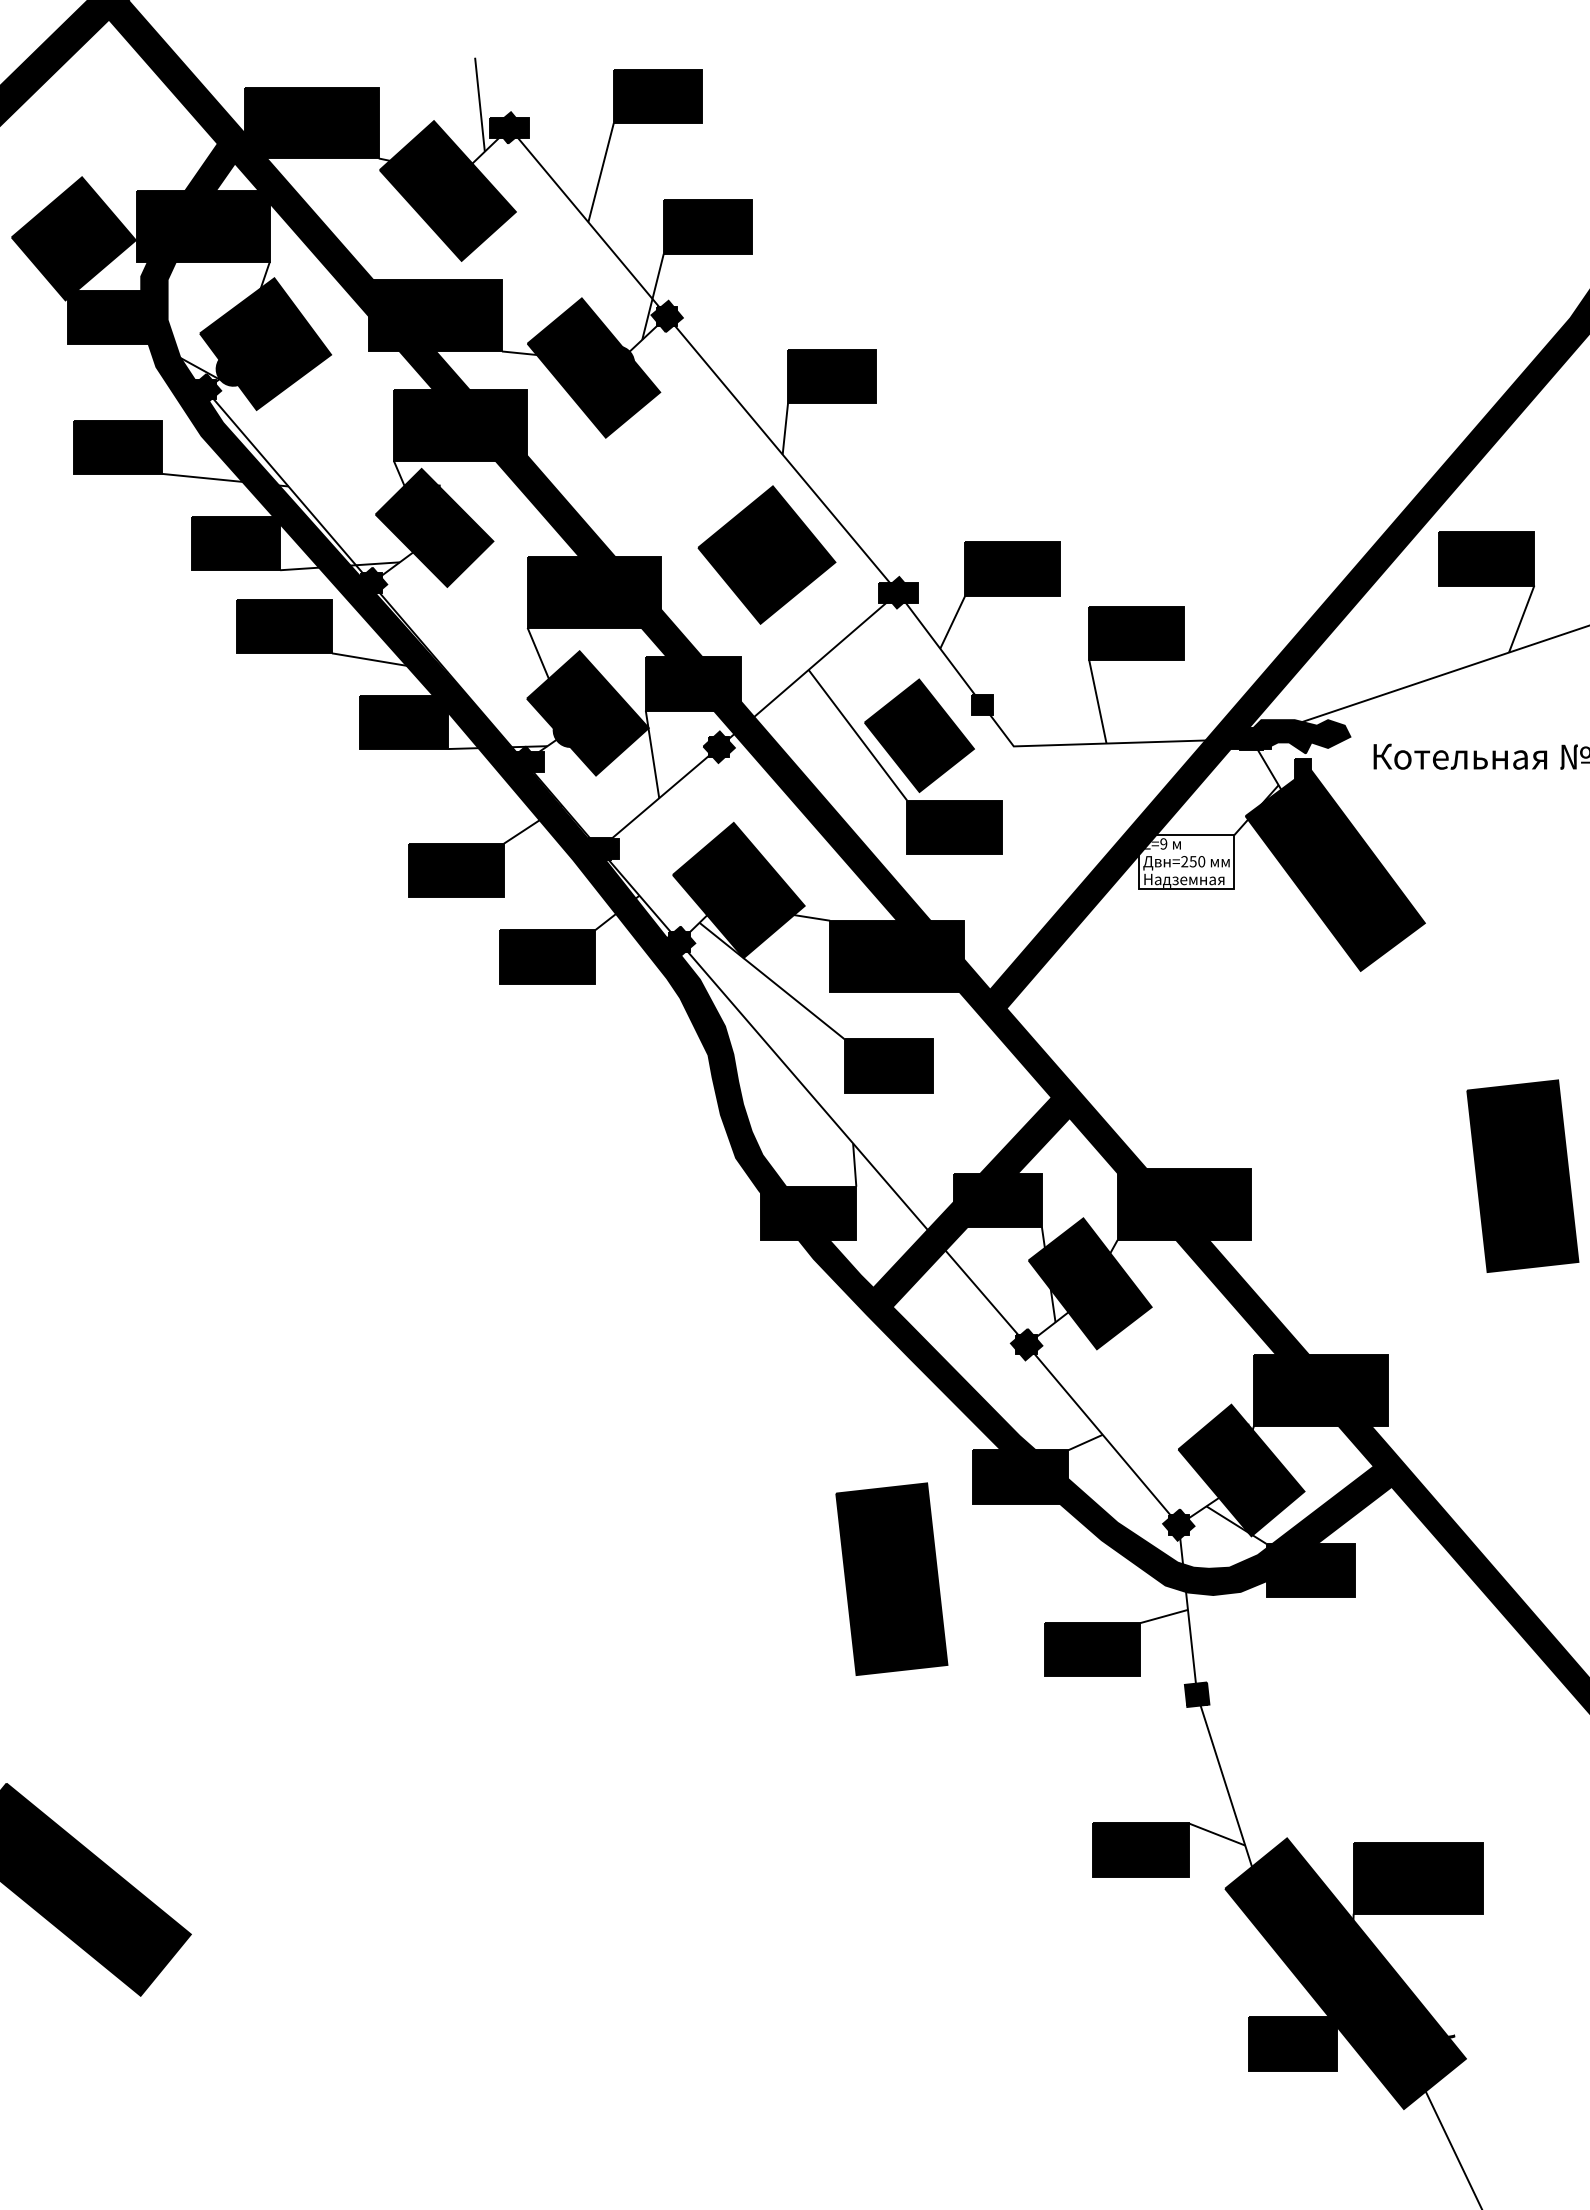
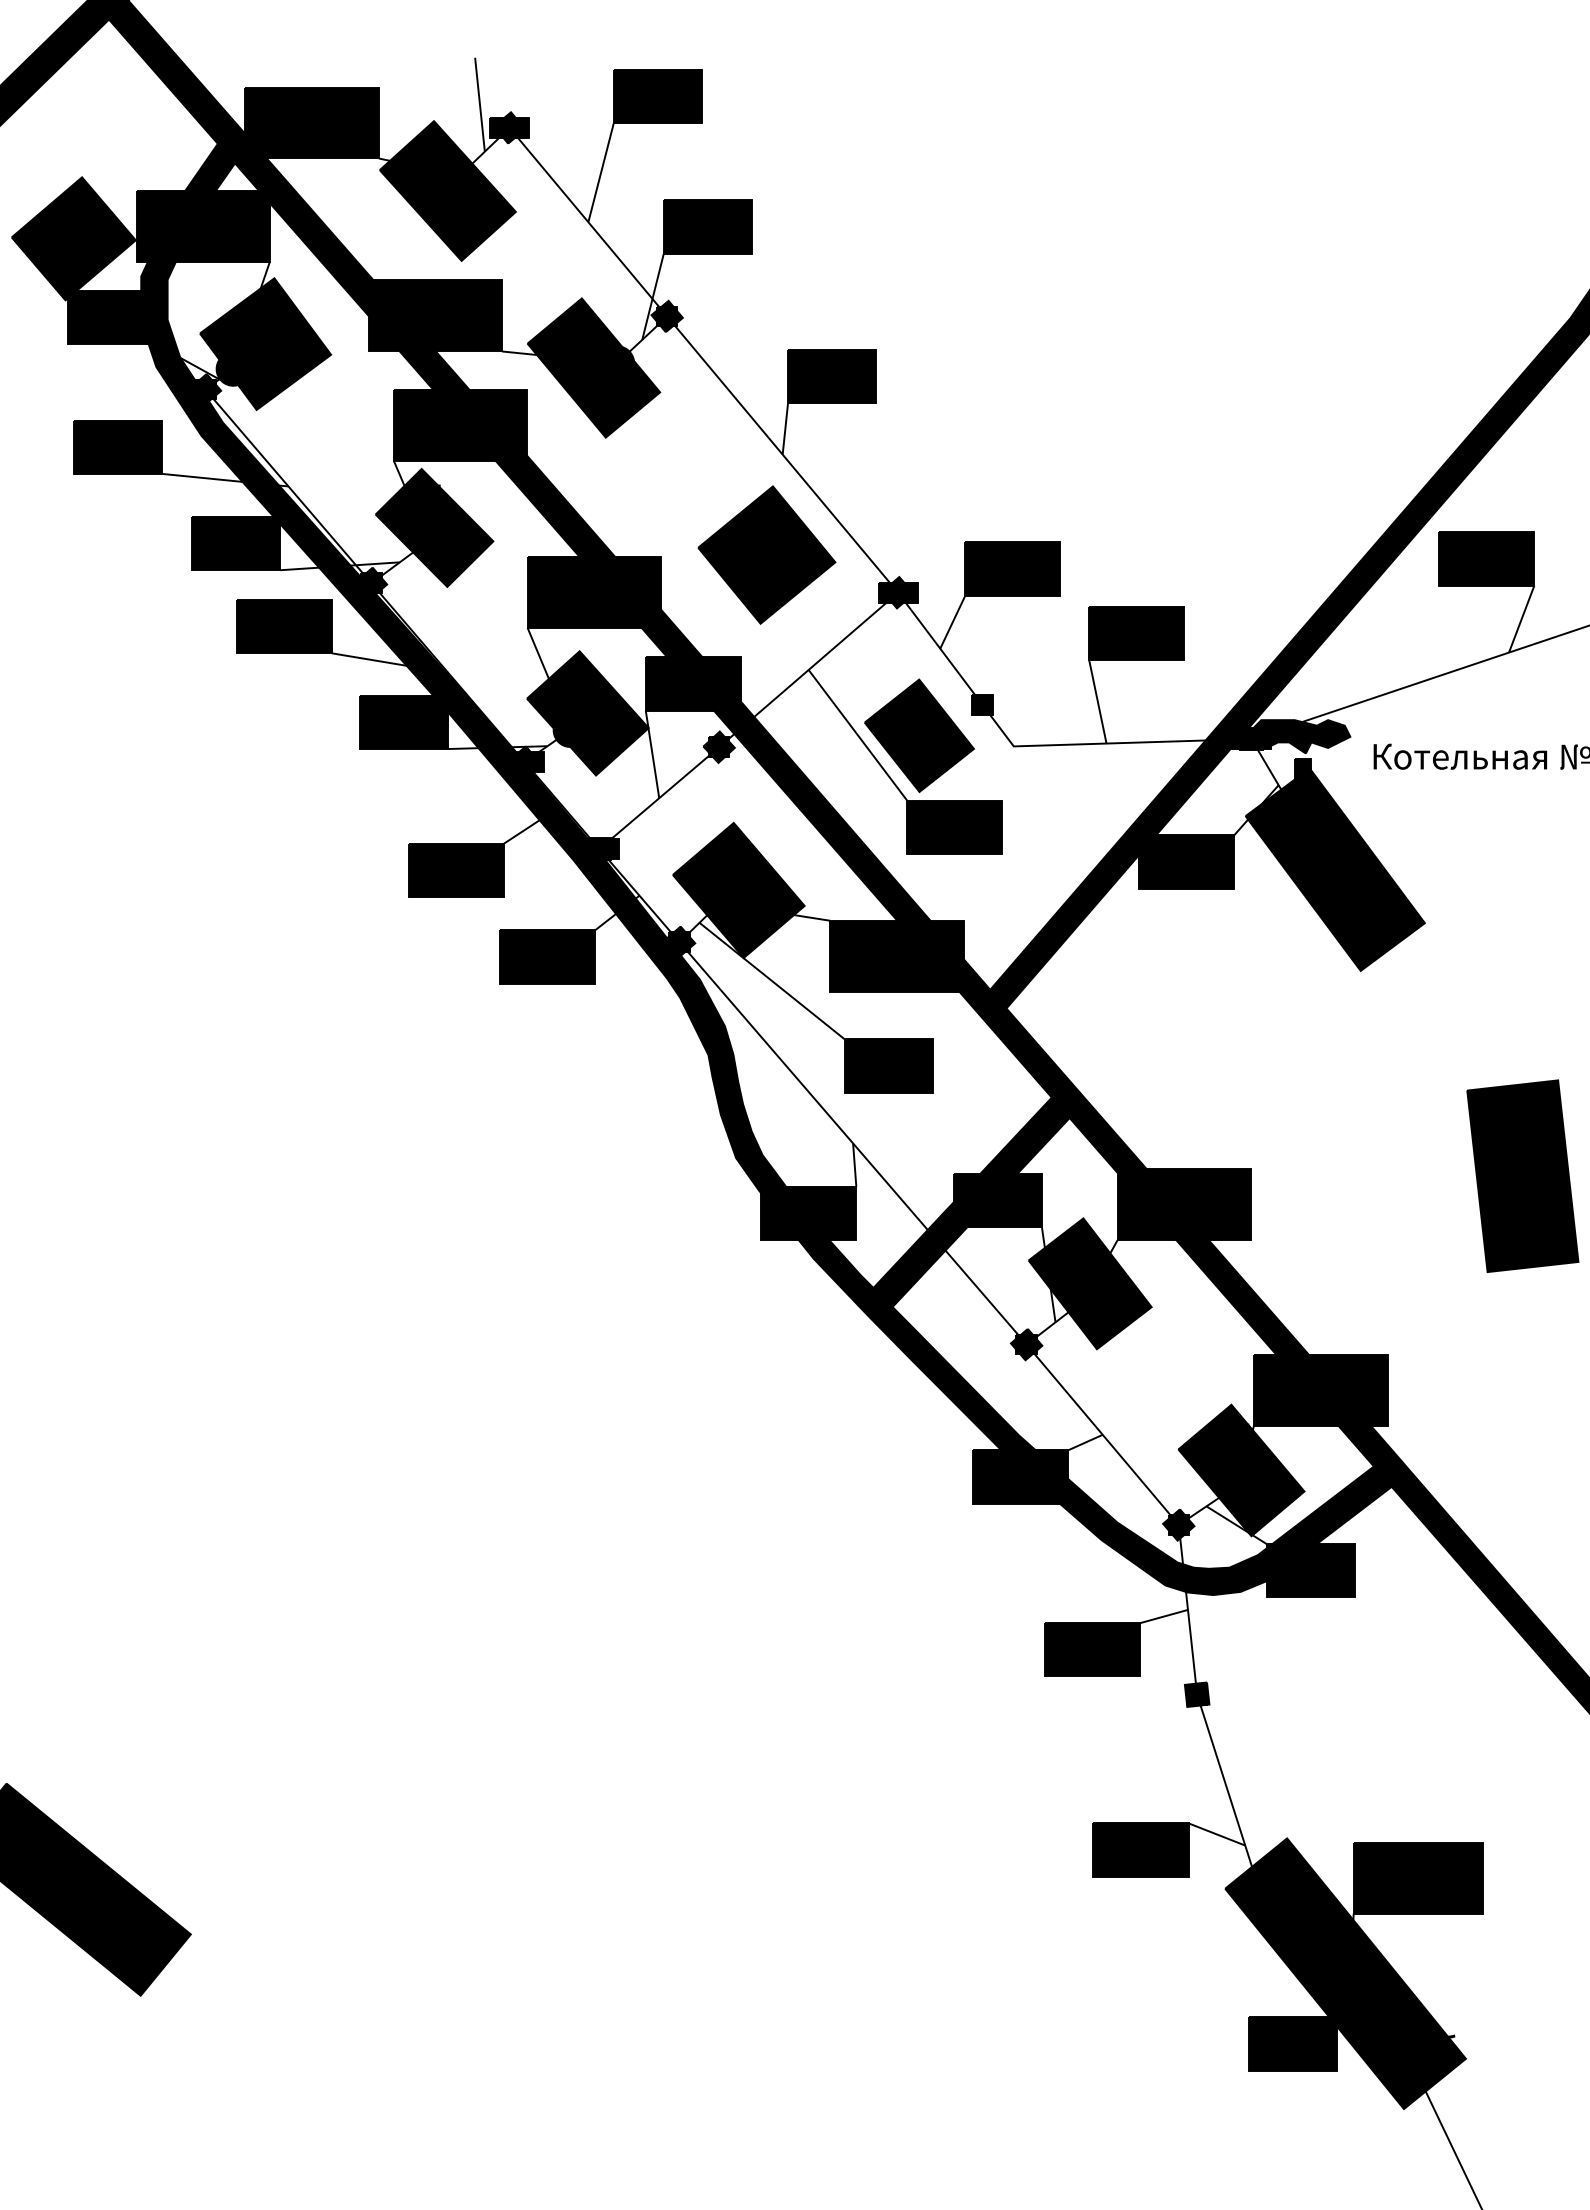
fill at (1186, 861): none -> present
part at (891, 1578): present -> none
